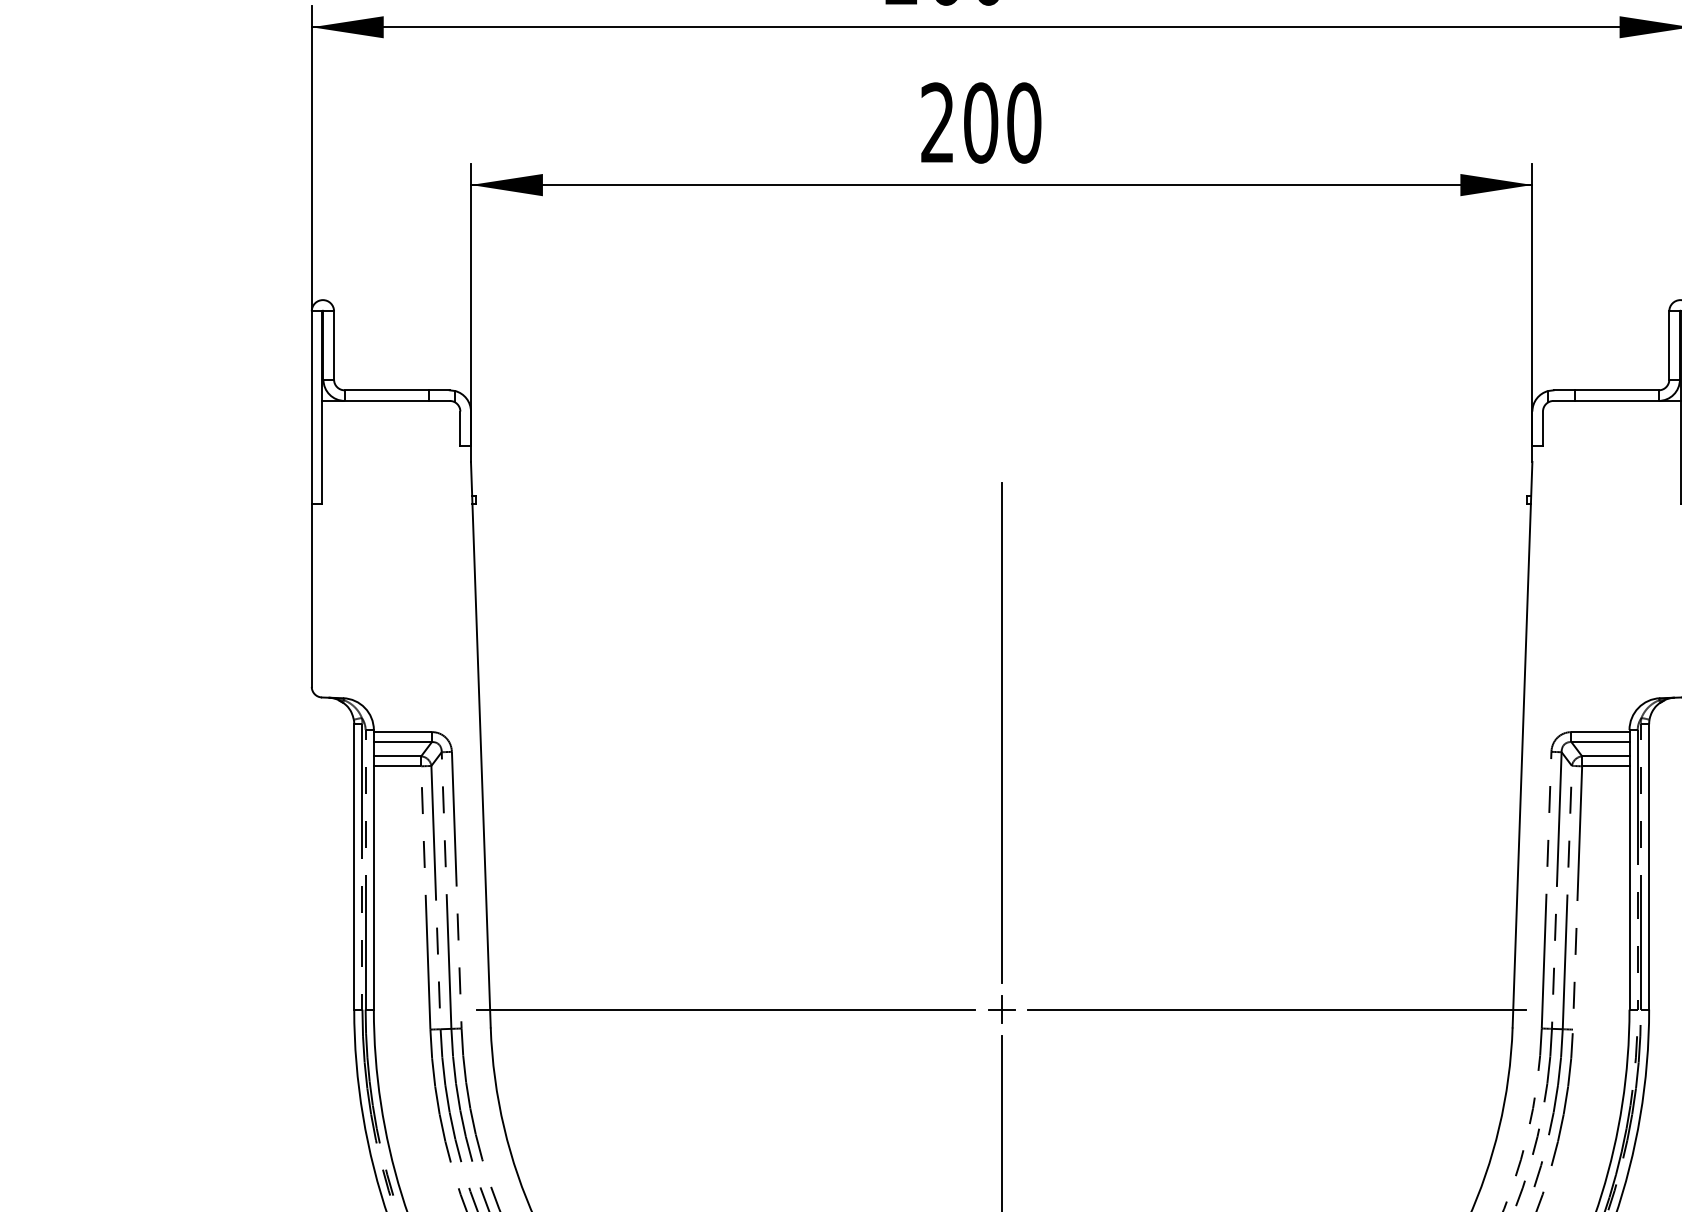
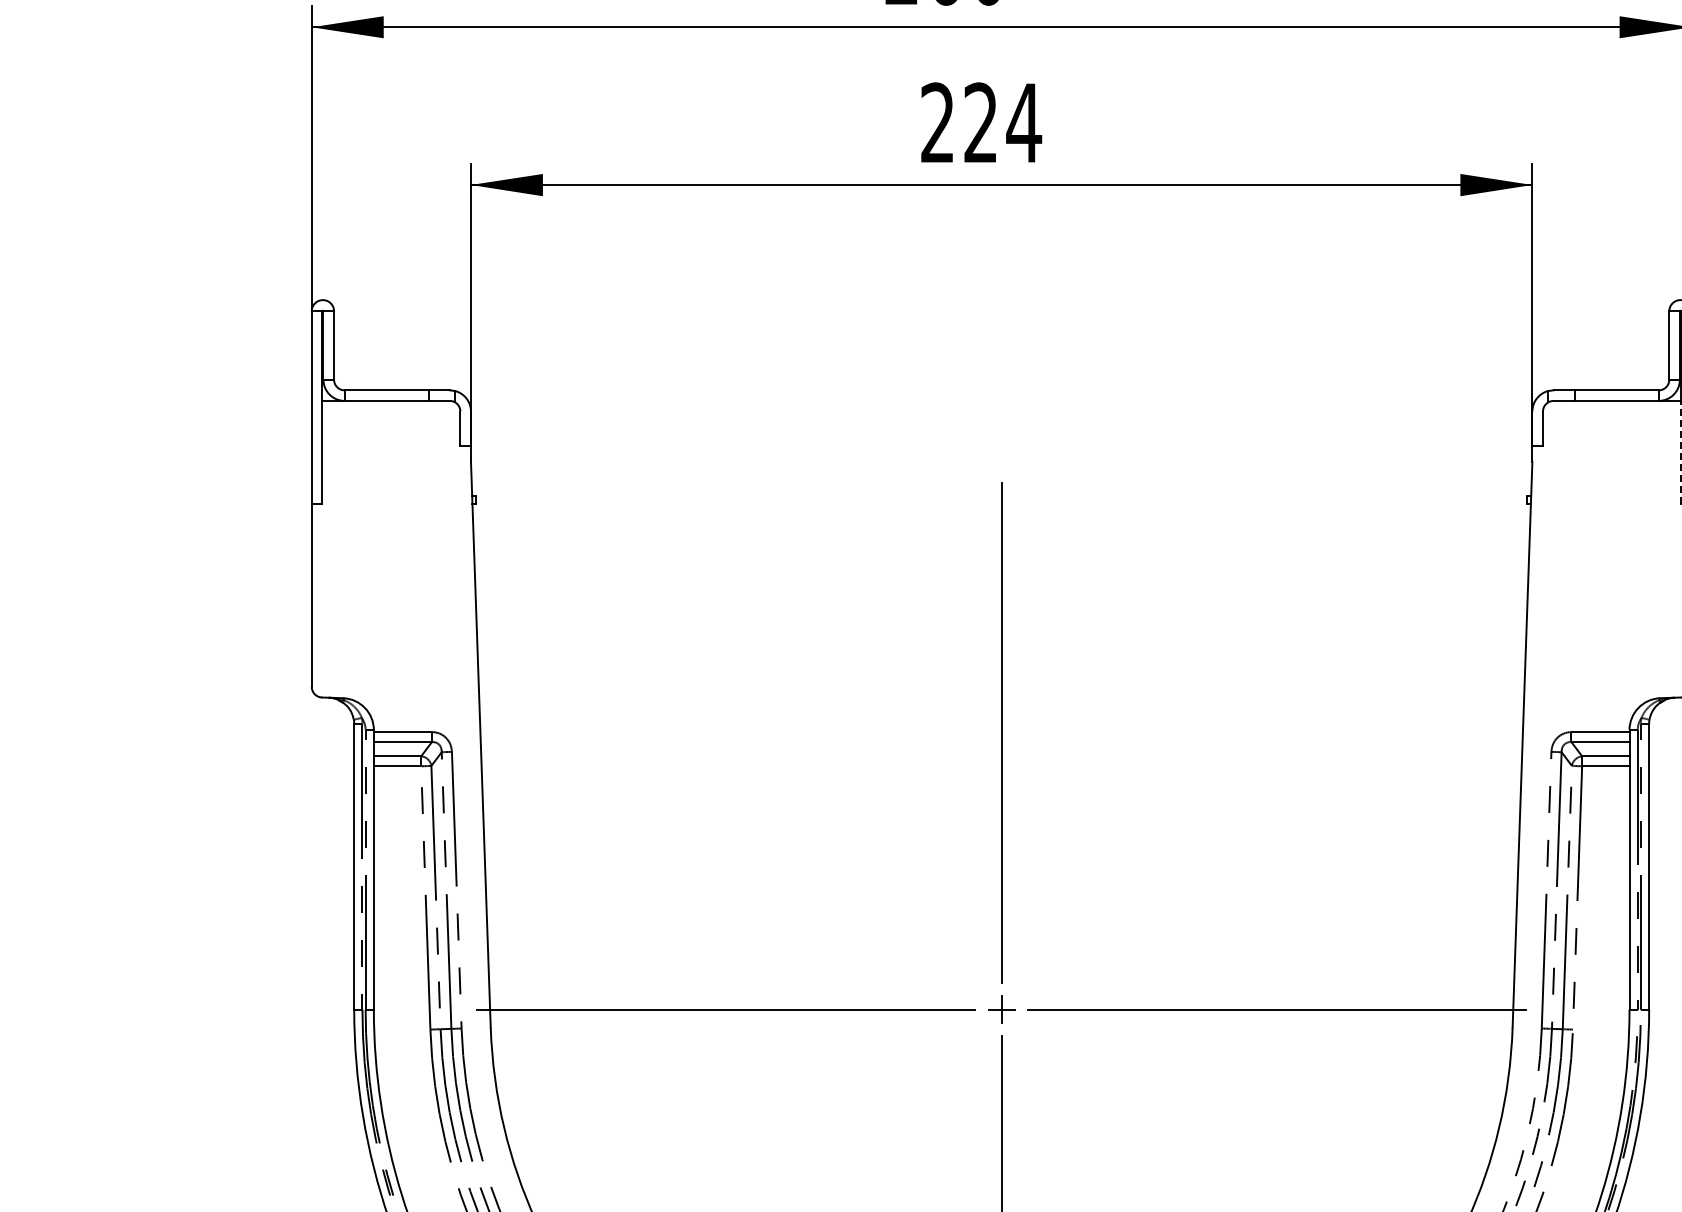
text at (1003, 122): 200 -> 224
line at (1680, 452): solid -> dashed
